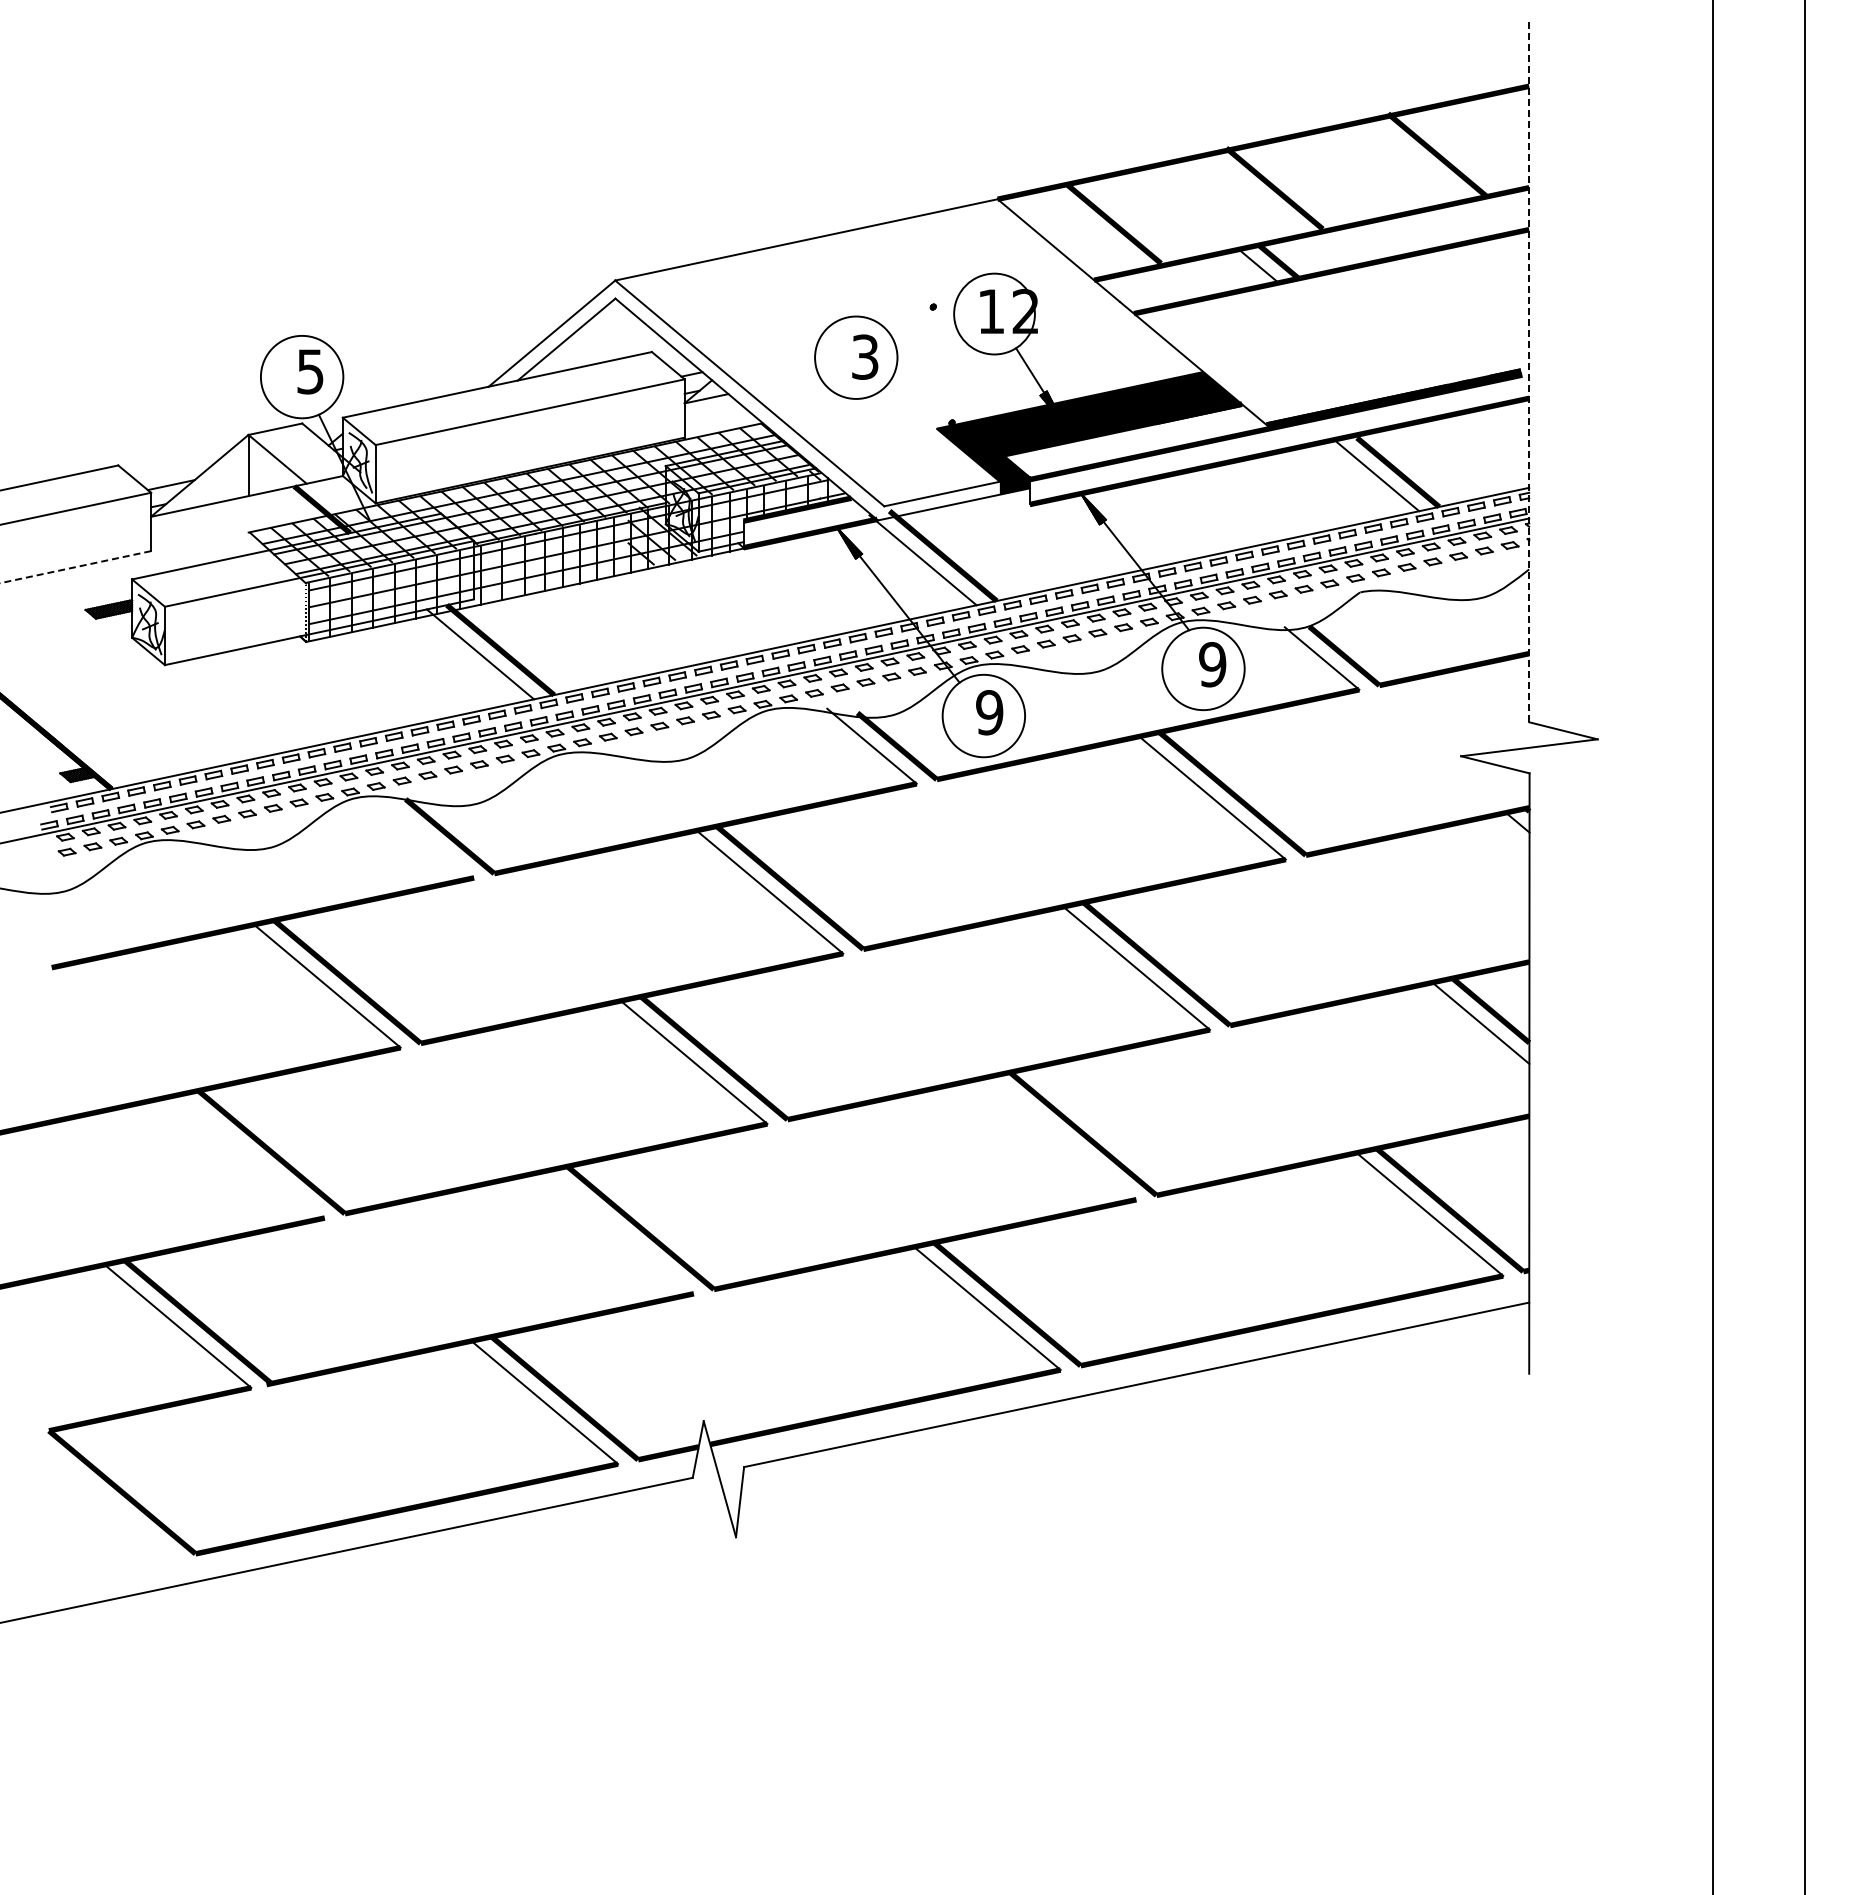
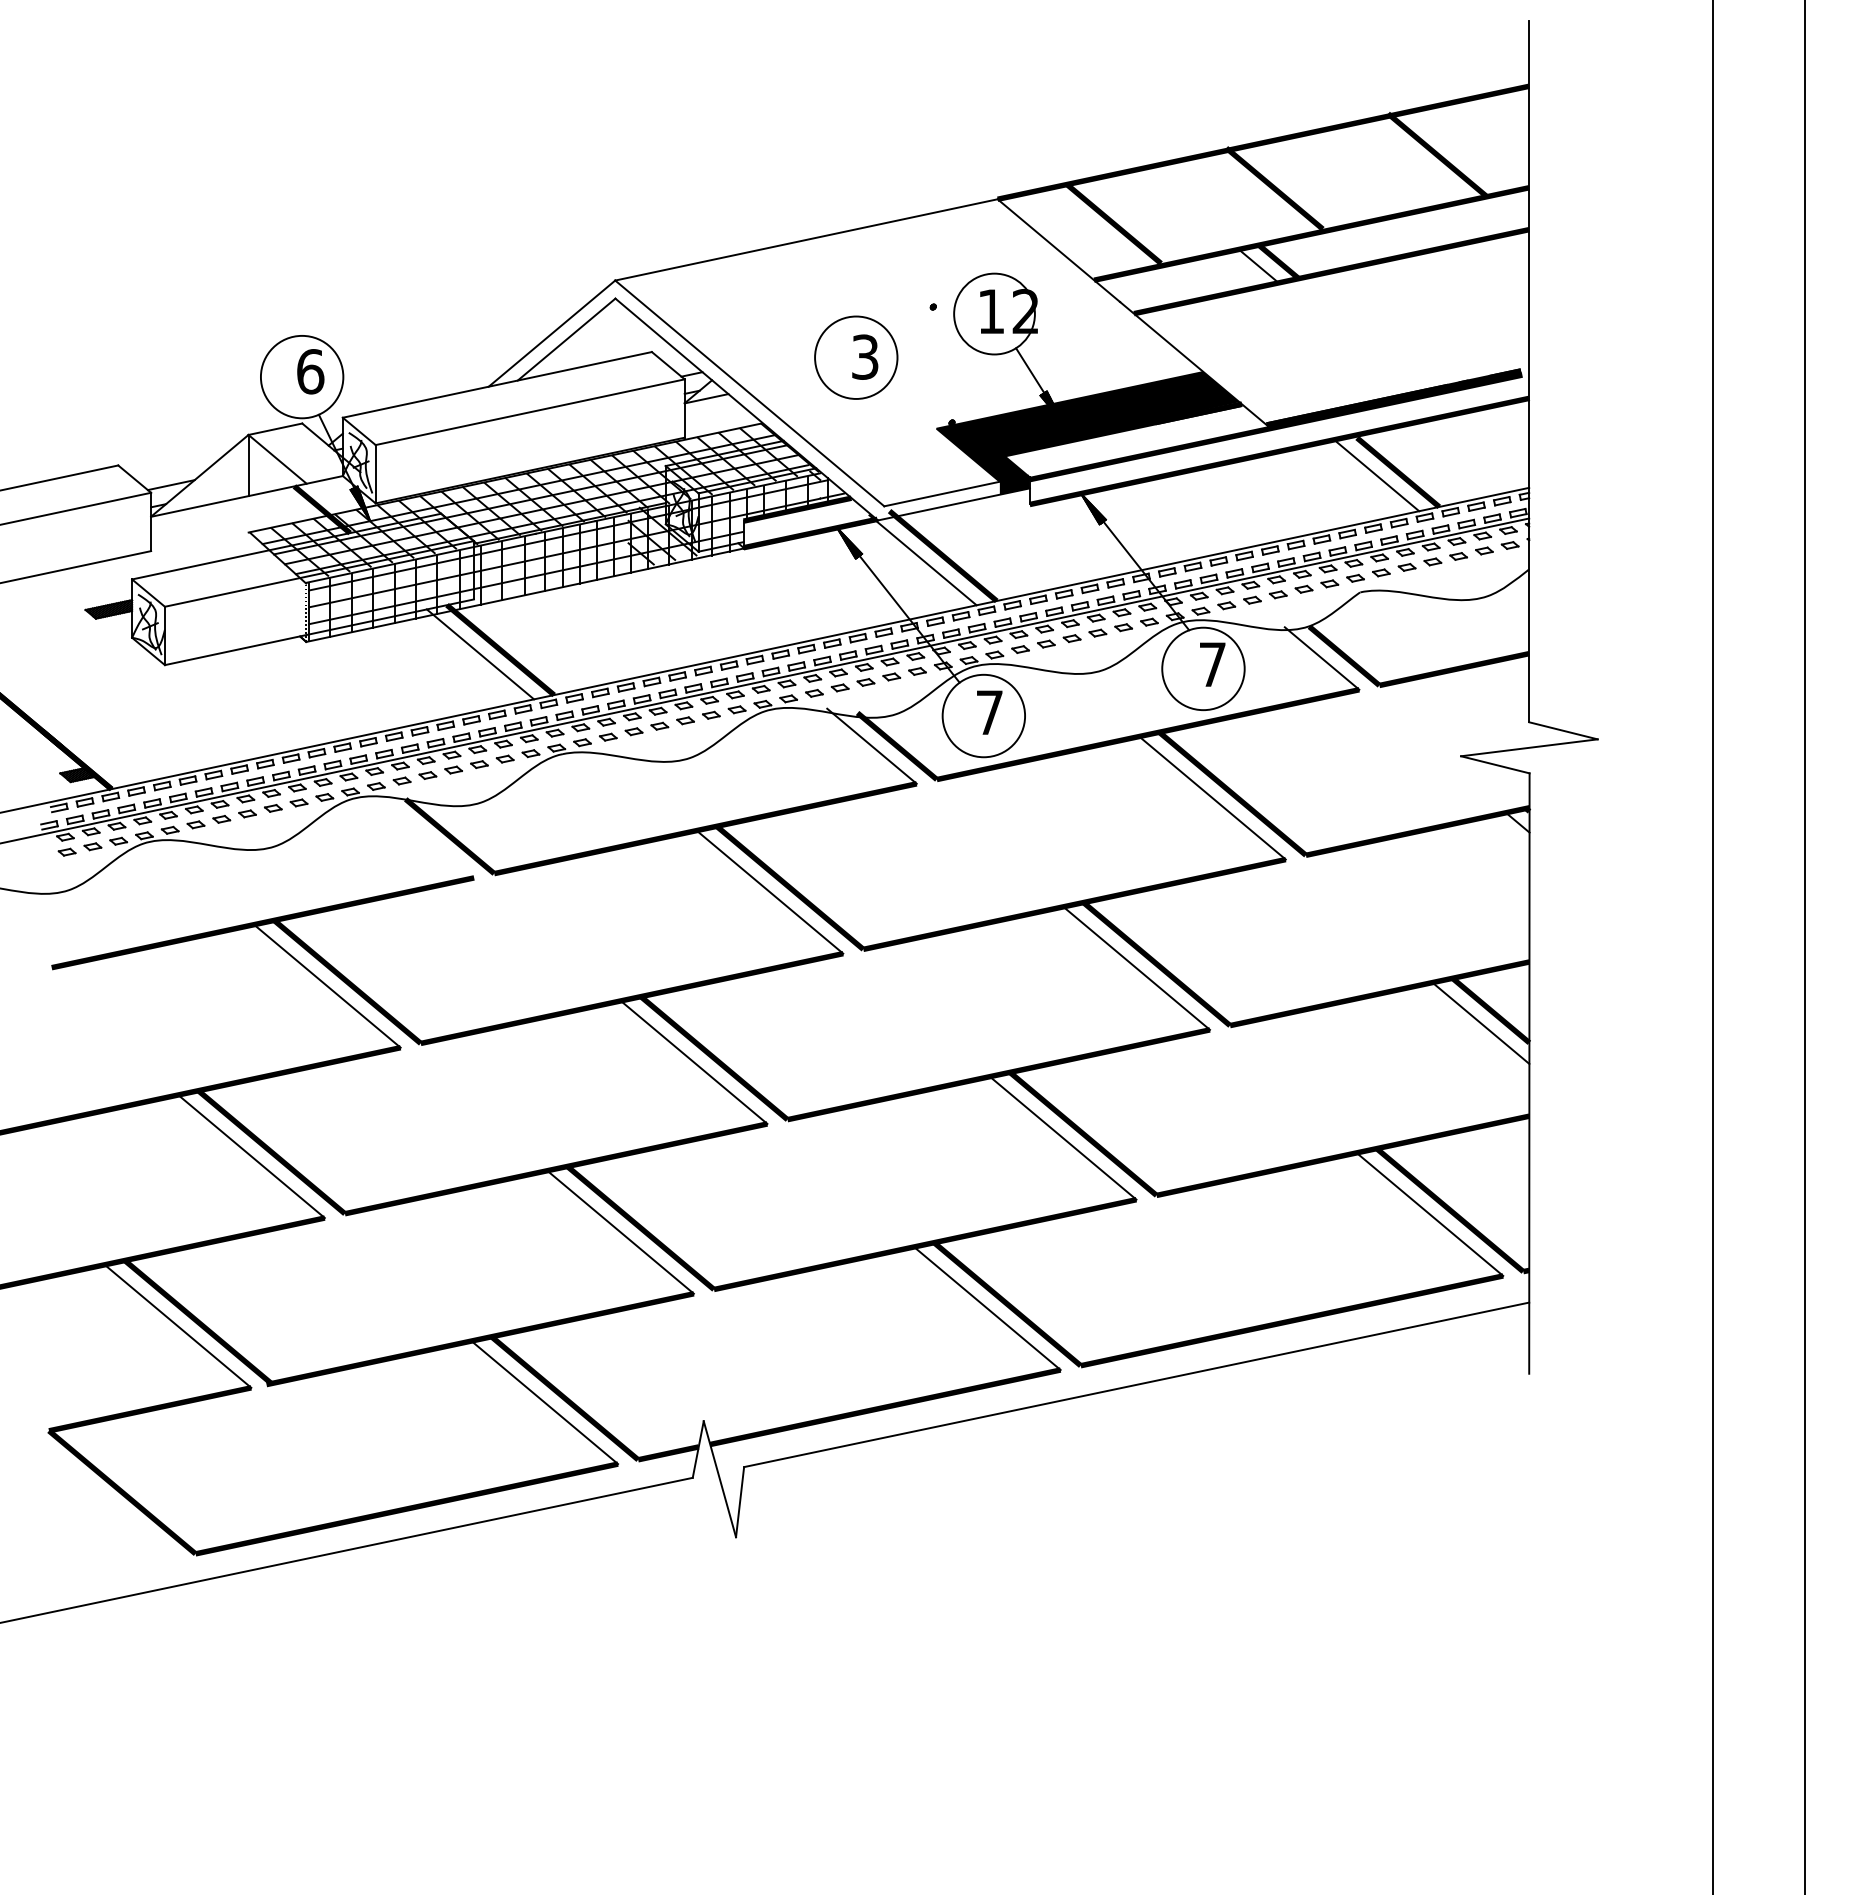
text at (310, 371): 5 -> 6
line at (1529, 371): dashed -> solid
hatch at (360, 503): none -> present
line at (75, 567): dashed -> solid
text at (1212, 664): 9 -> 7
text at (989, 712): 9 -> 7
line at (1062, 1137): none -> present
line at (251, 1156): none -> present
line at (620, 1231): none -> present
